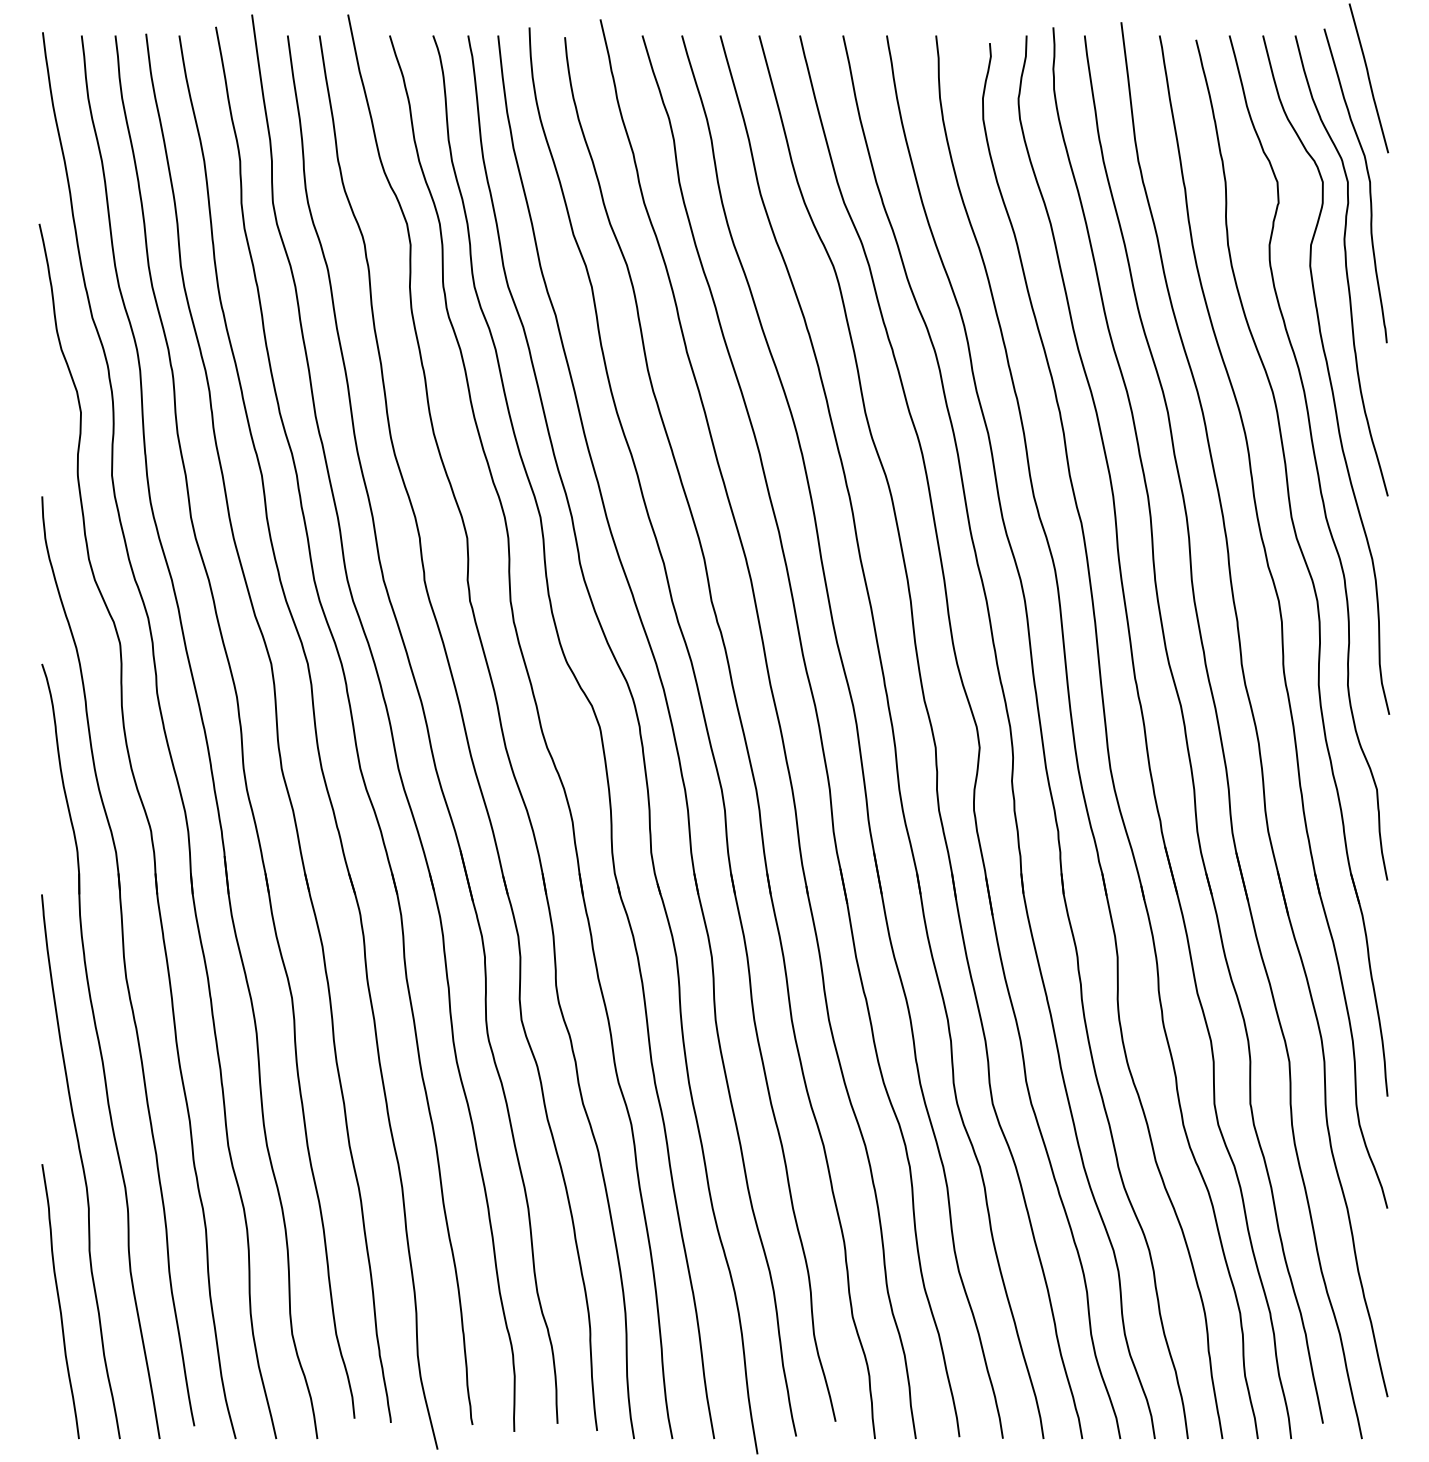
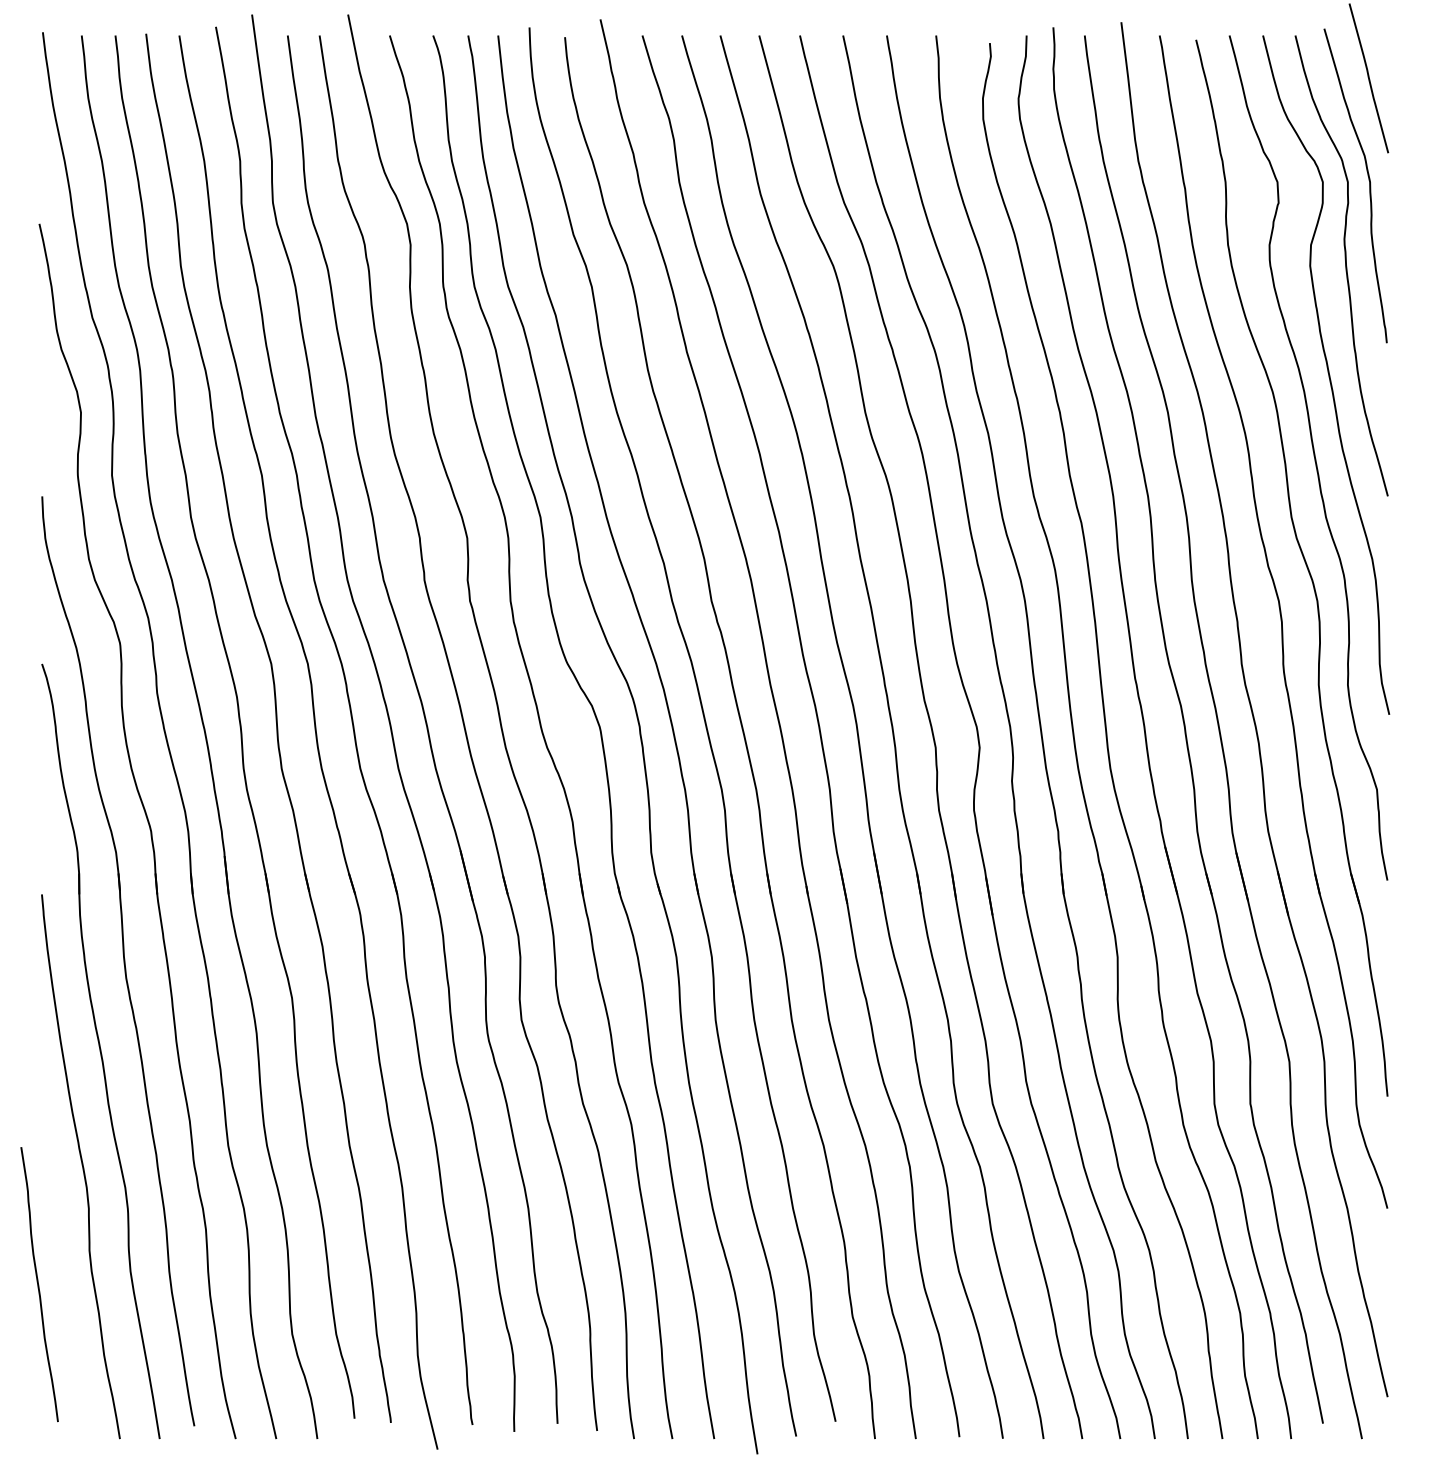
curve at (59, 1301) position: (59, 1301) -> (38, 1284)
